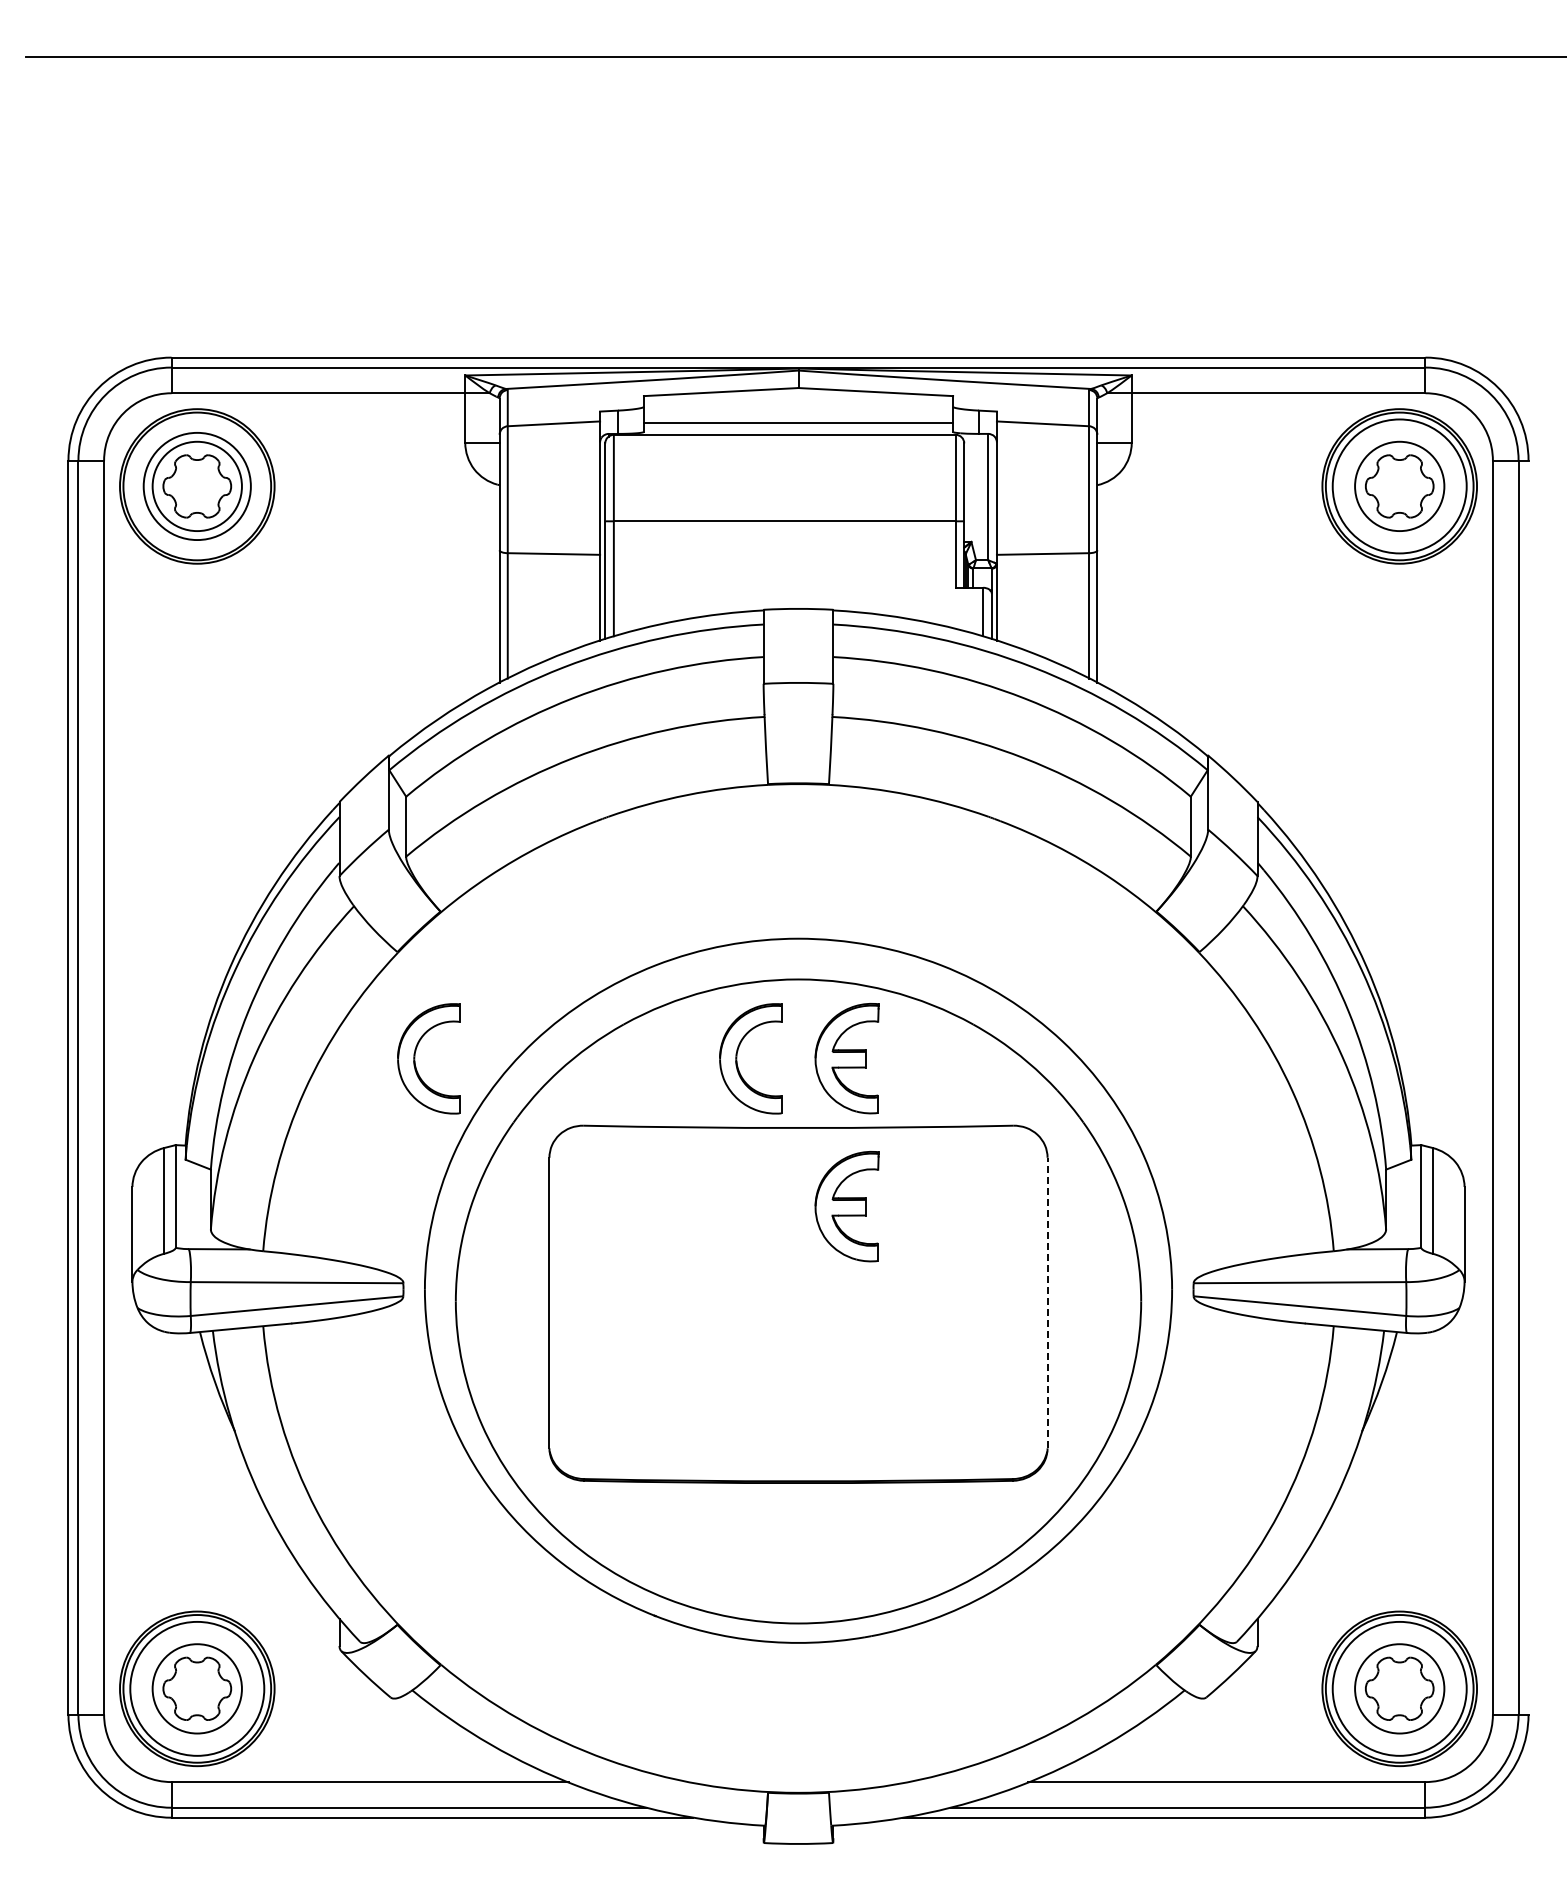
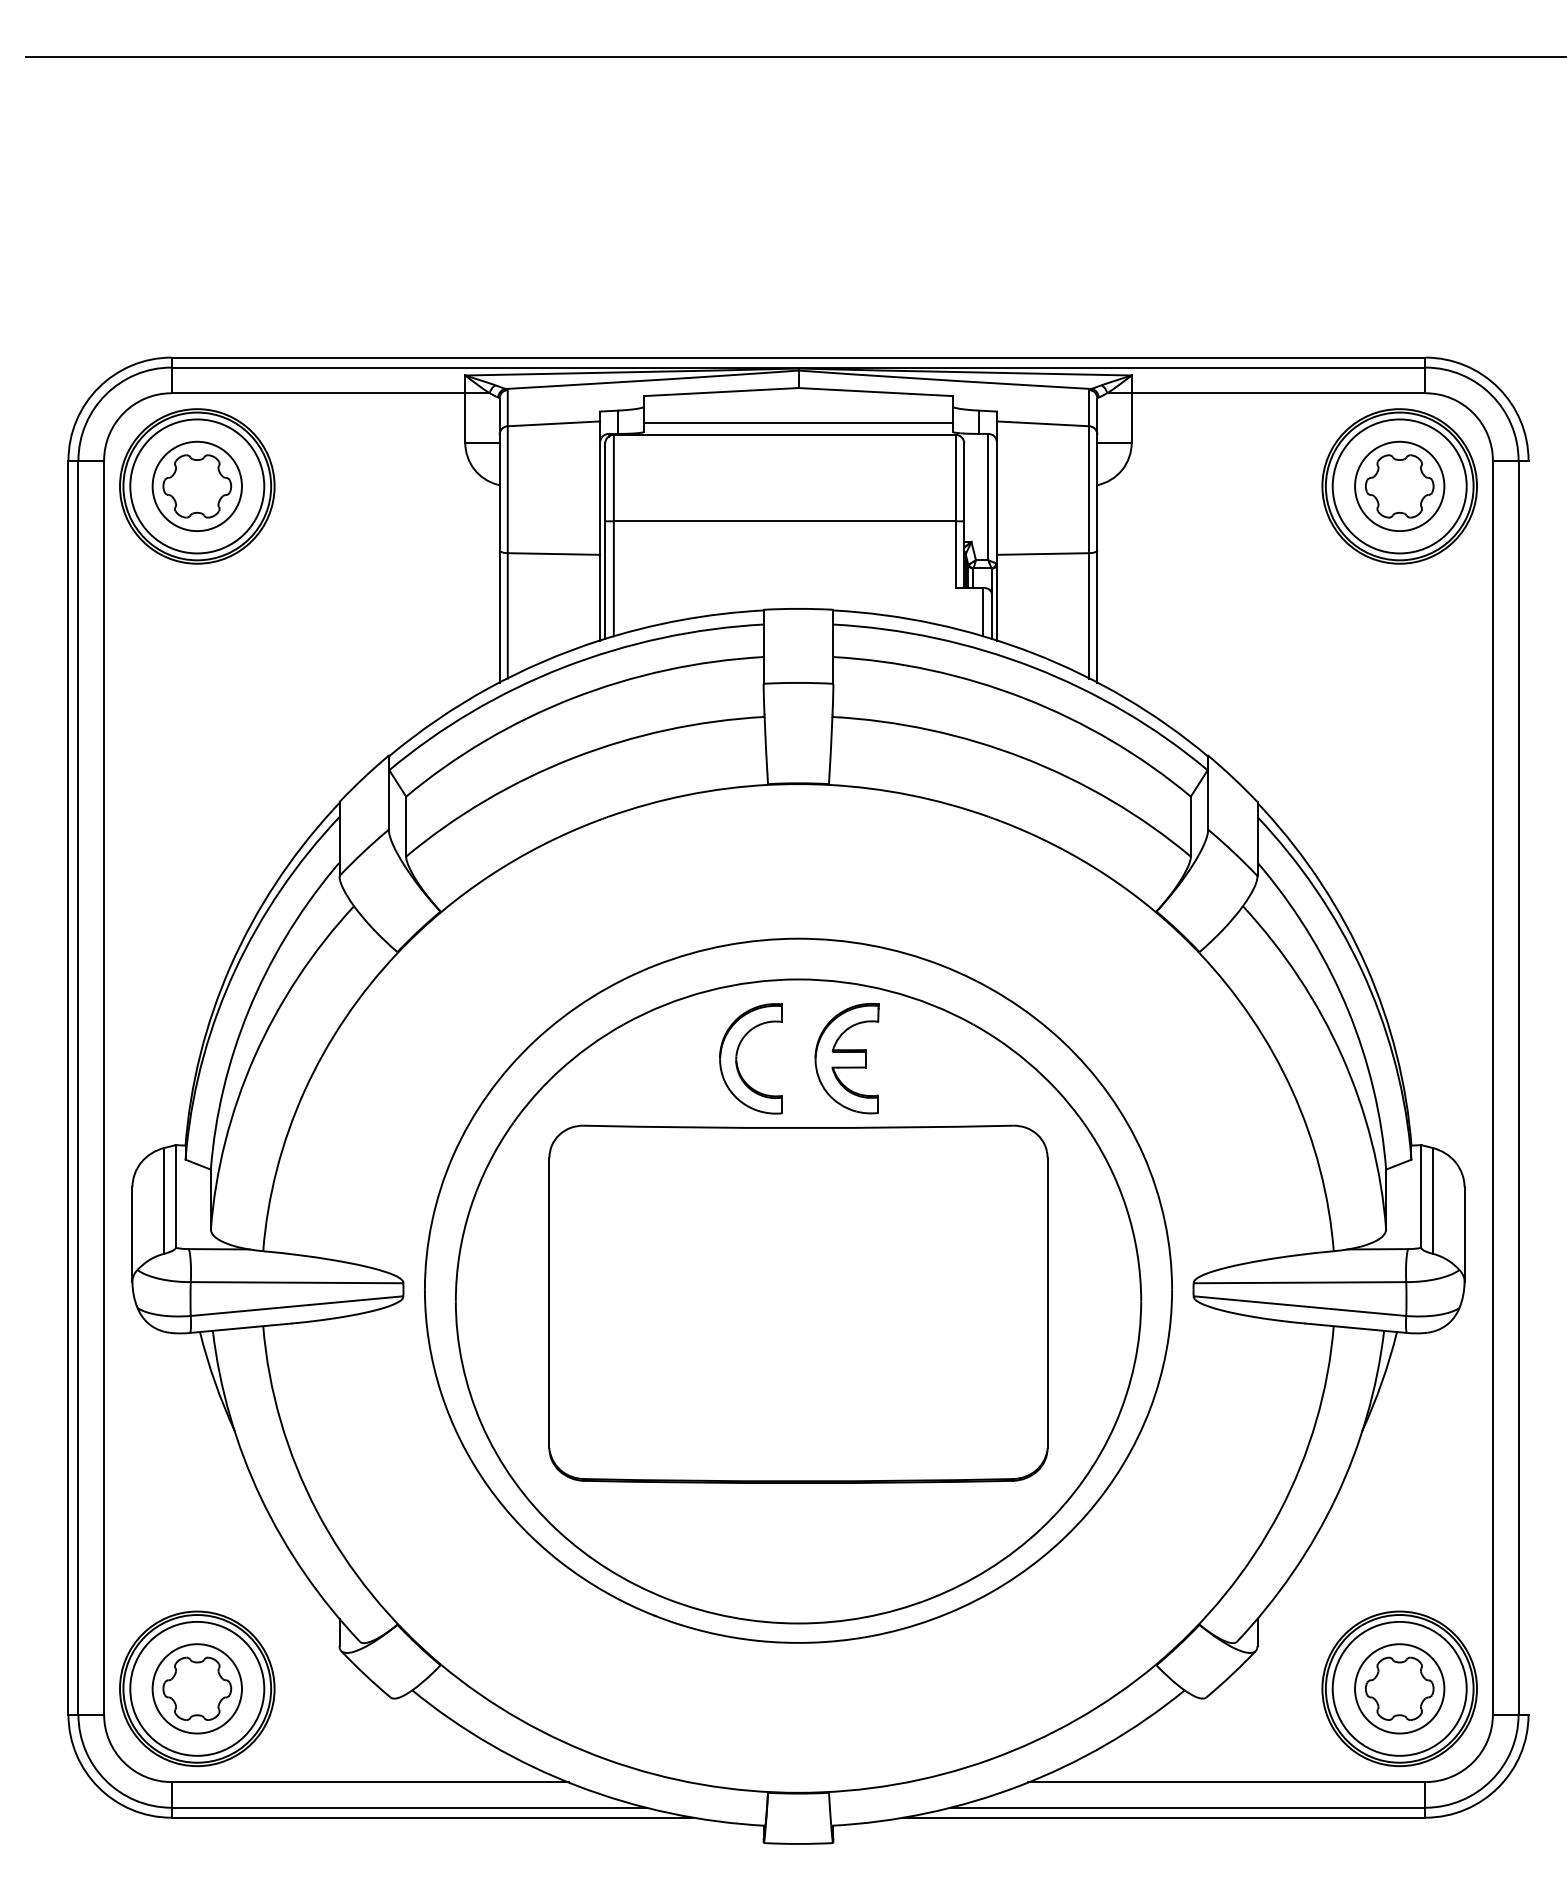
circle at (196, 486) diameter: 107 px -> 134 px
part at (415, 1058): present -> none
part at (846, 1206): present -> none
line at (1047, 1302): dashed -> solid
